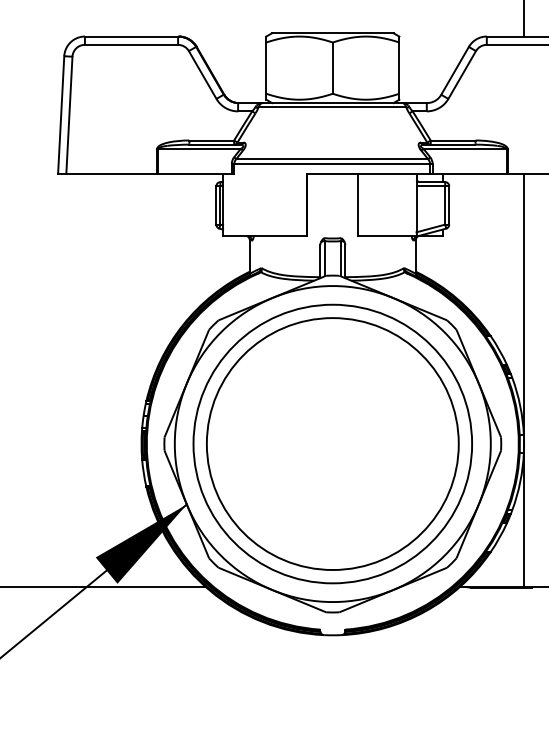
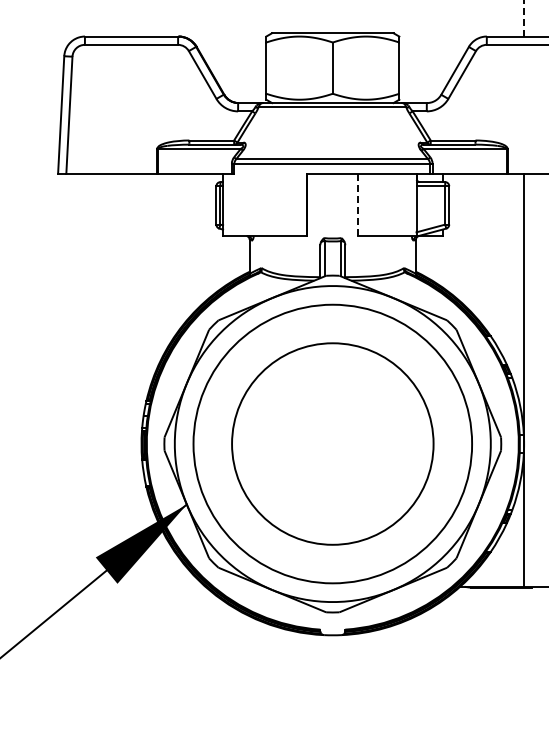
line at (524, 18): solid -> dashed
line at (357, 204): solid -> dashed
circle at (332, 444) diameter: 252 px -> 202 px
line at (103, 586): present -> none
